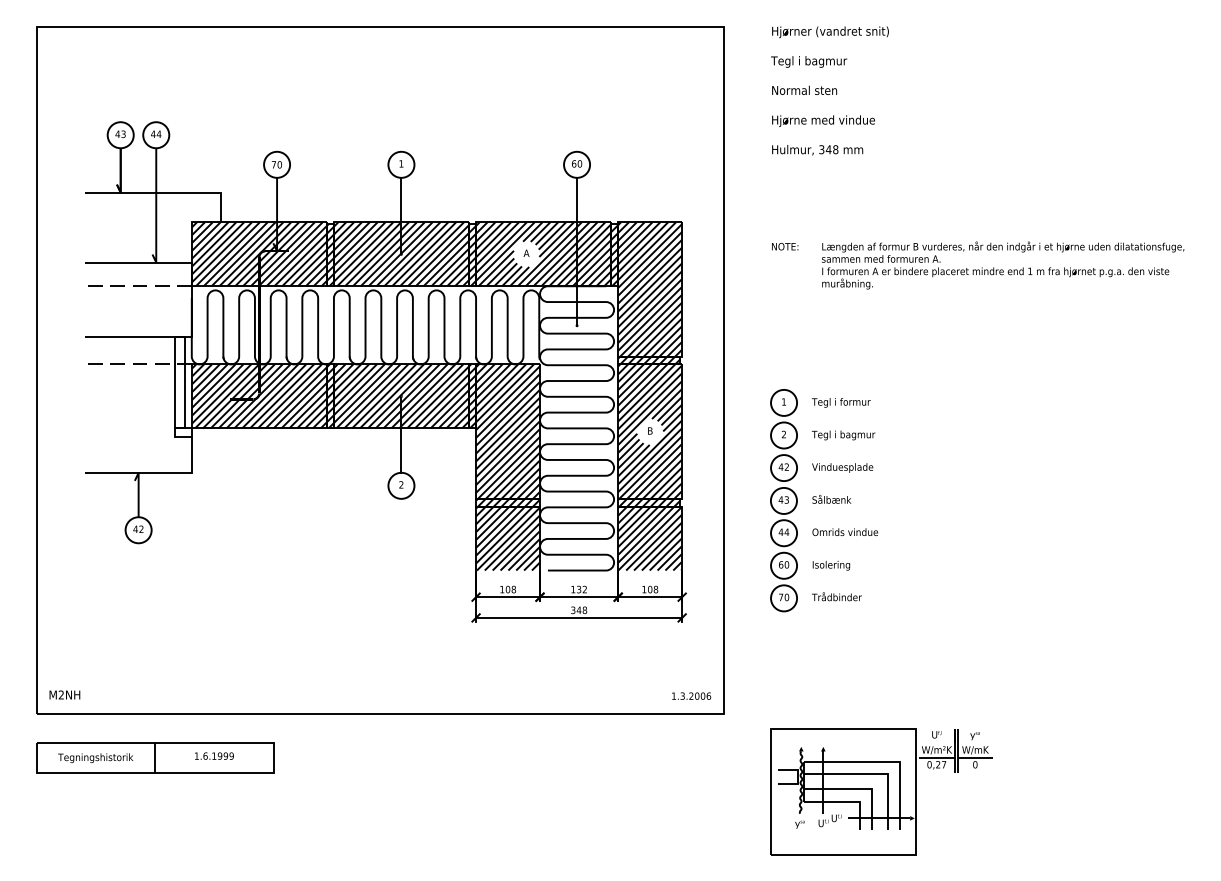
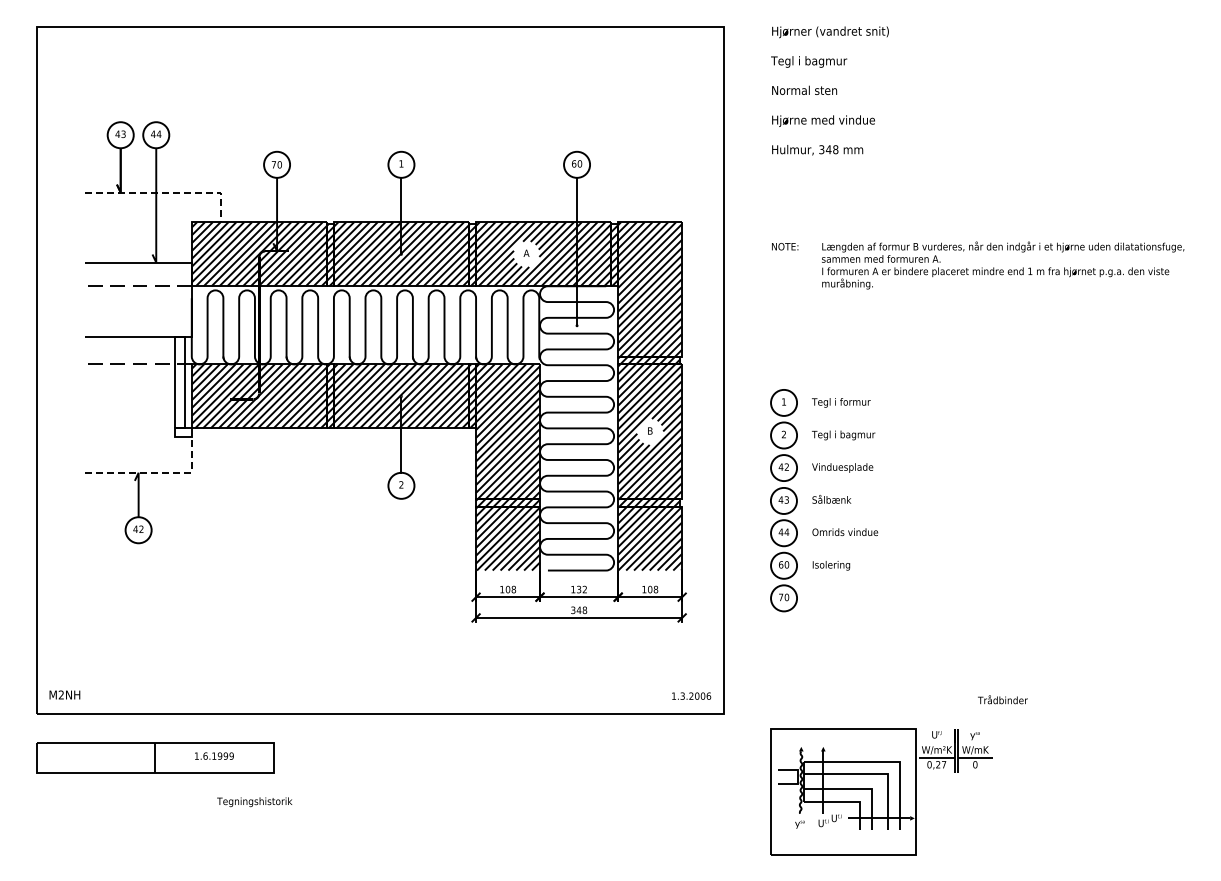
line at (168, 192): solid -> dashed
line at (157, 472): solid -> dashed
text at (836, 596) position: (836, 596) -> (1002, 699)
text at (95, 758) position: (95, 758) -> (254, 802)
